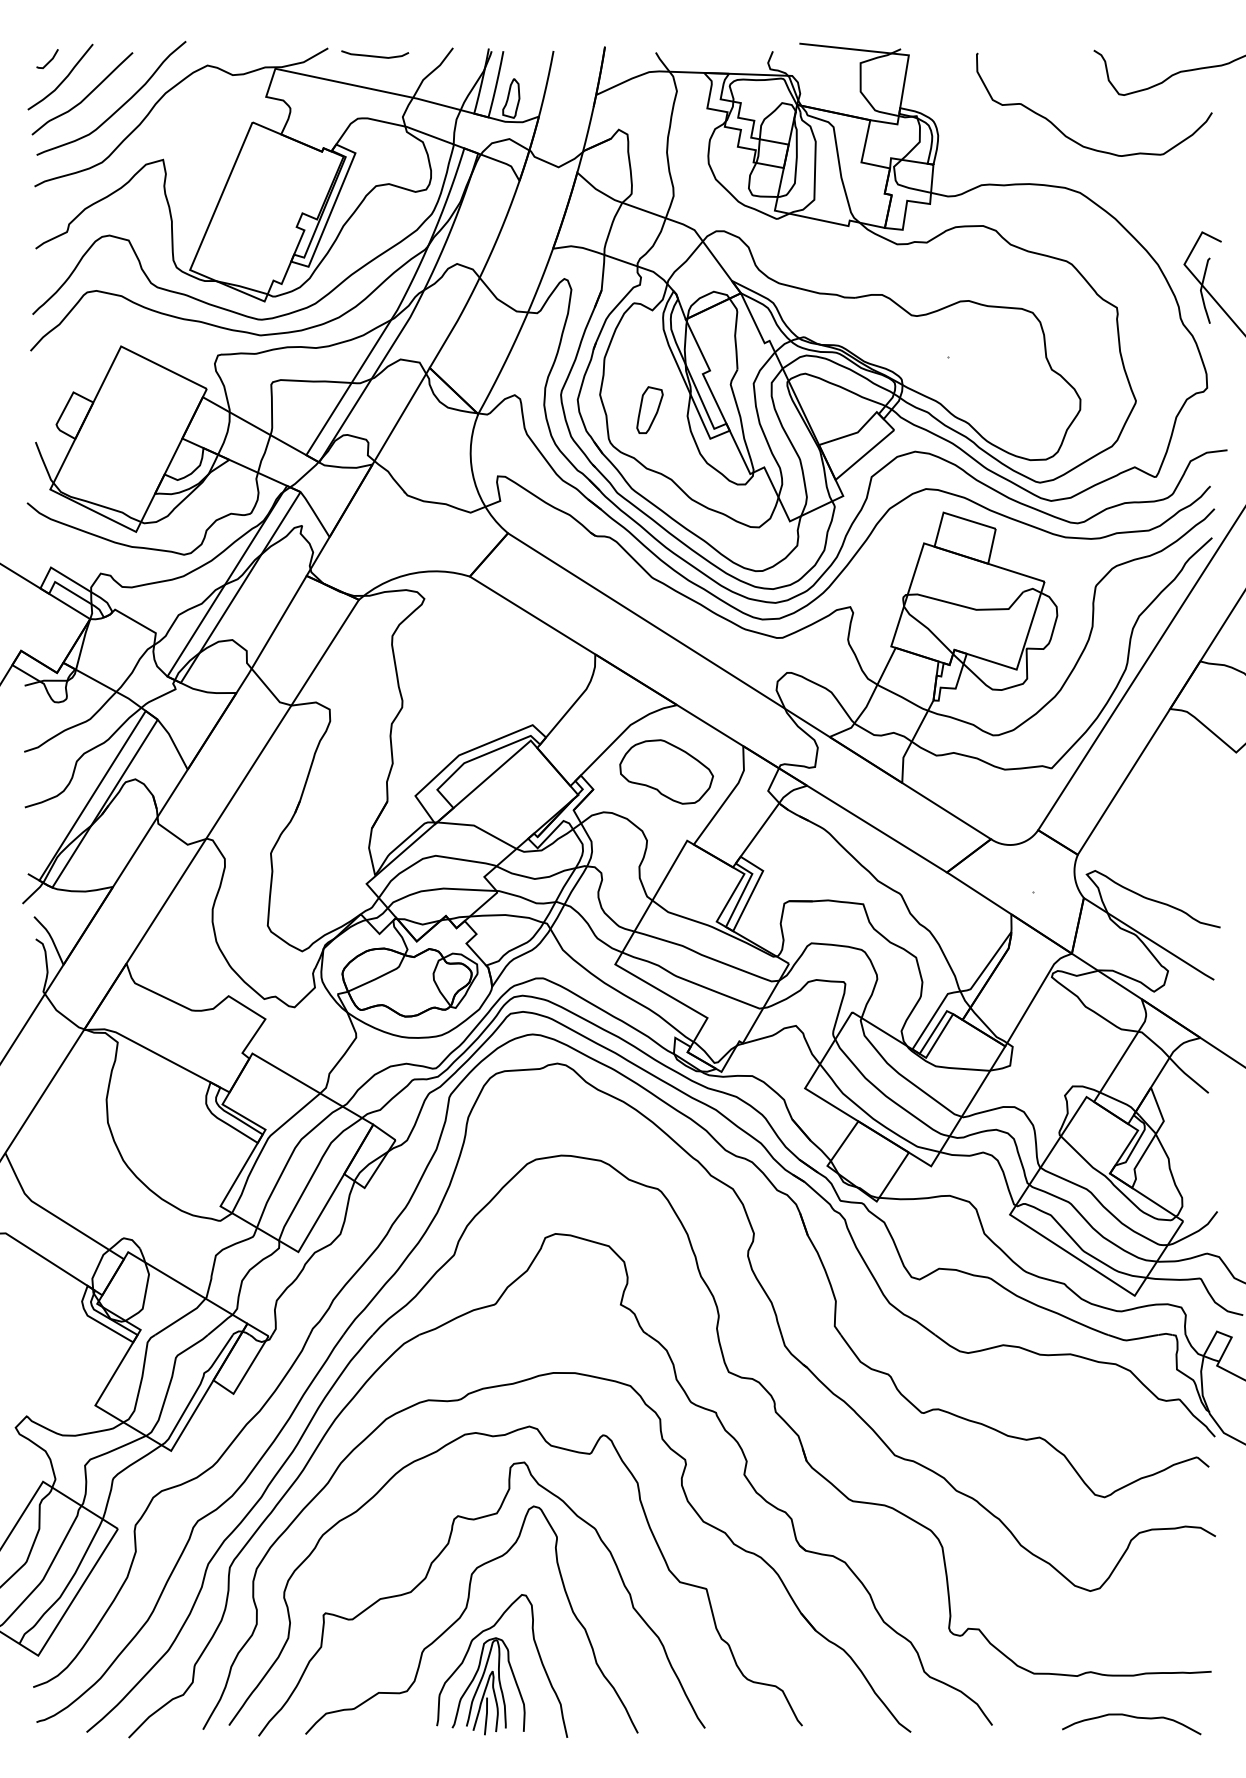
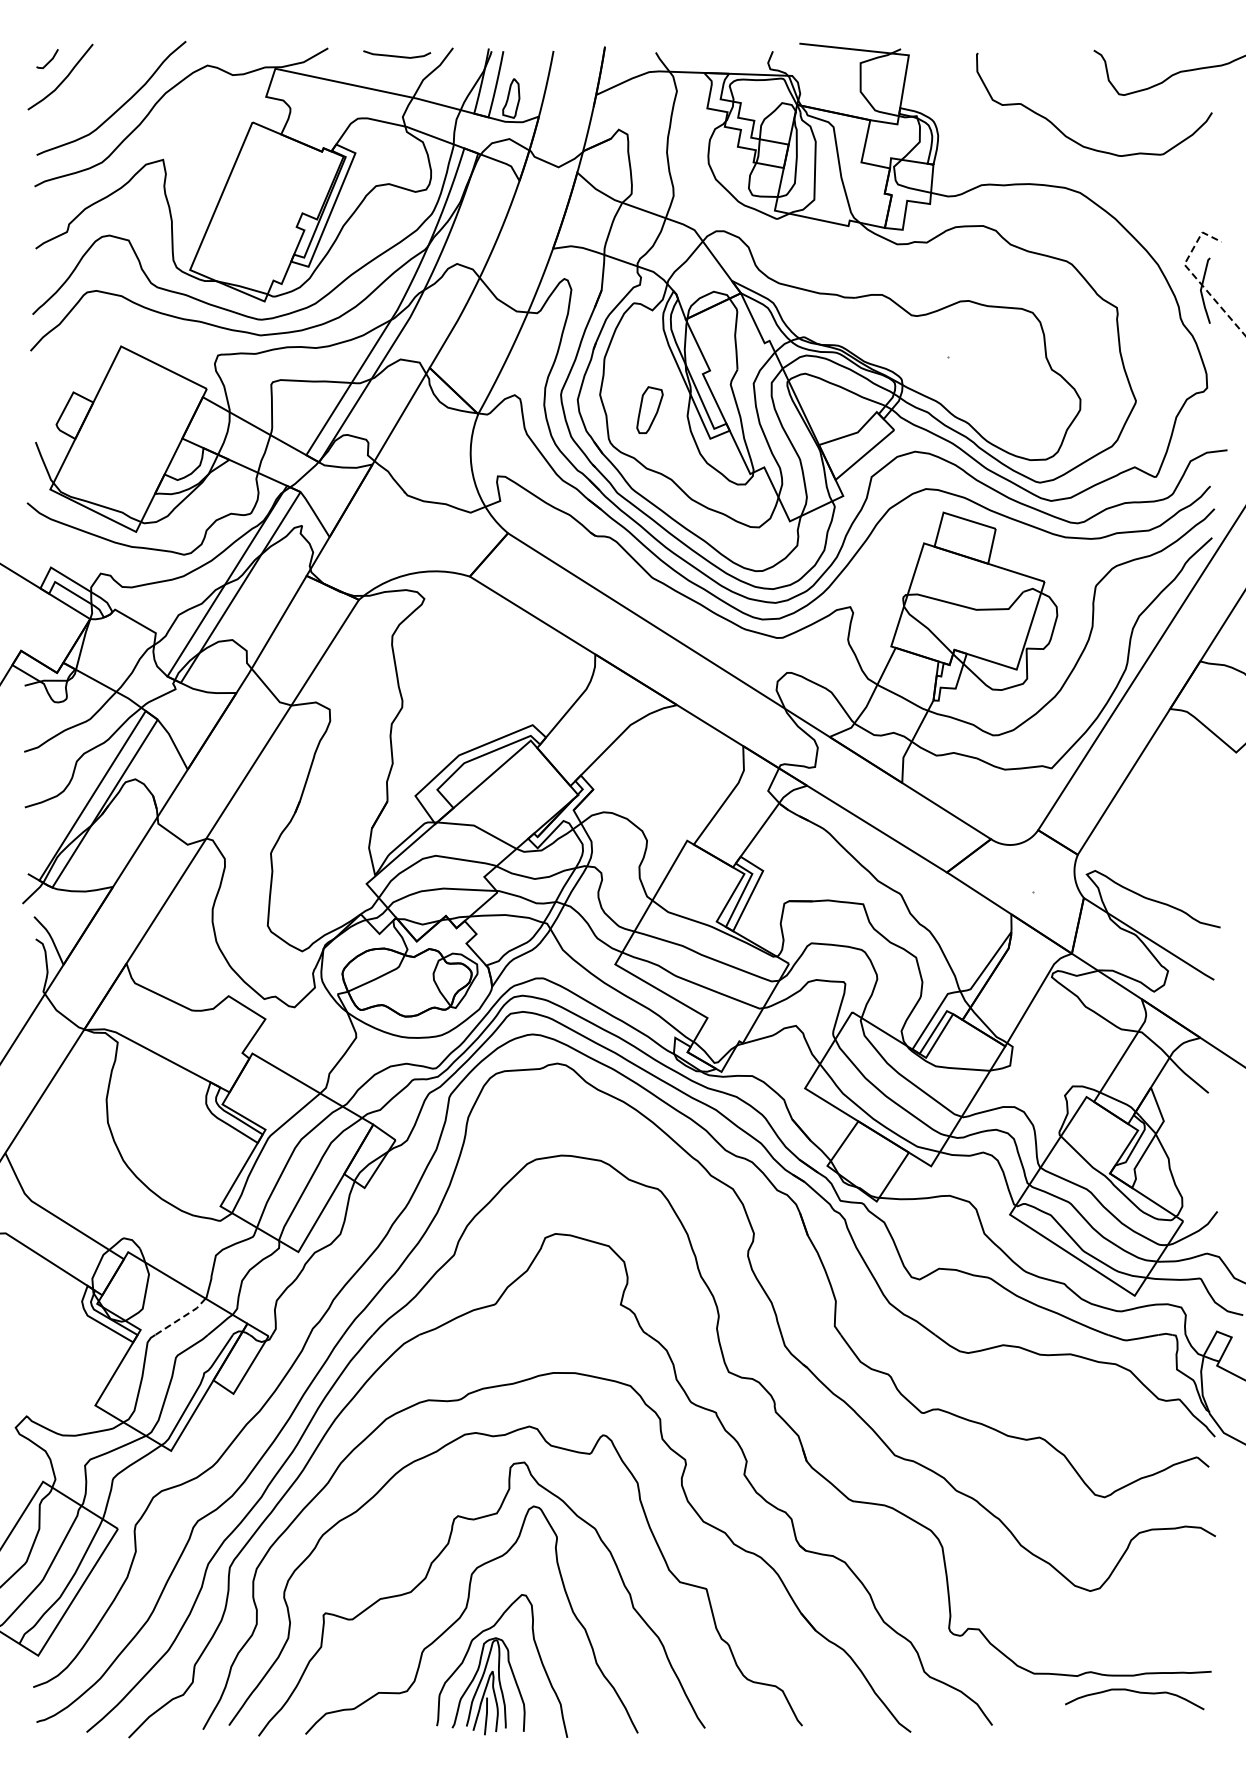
curve at (375, 55) position: (375, 55) -> (397, 55)
curve at (85, 96): present -> none
line at (1194, 276): solid -> dashed
part at (666, 771): present -> none
line at (181, 1317): solid -> dashed
curve at (1131, 1717) position: (1131, 1717) -> (1134, 1692)
